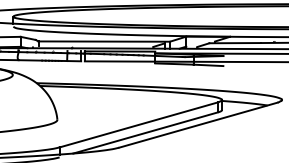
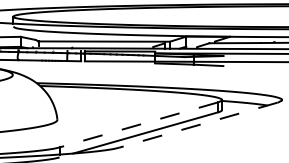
line at (138, 125): solid -> dashed
line at (197, 125): solid -> dashed
